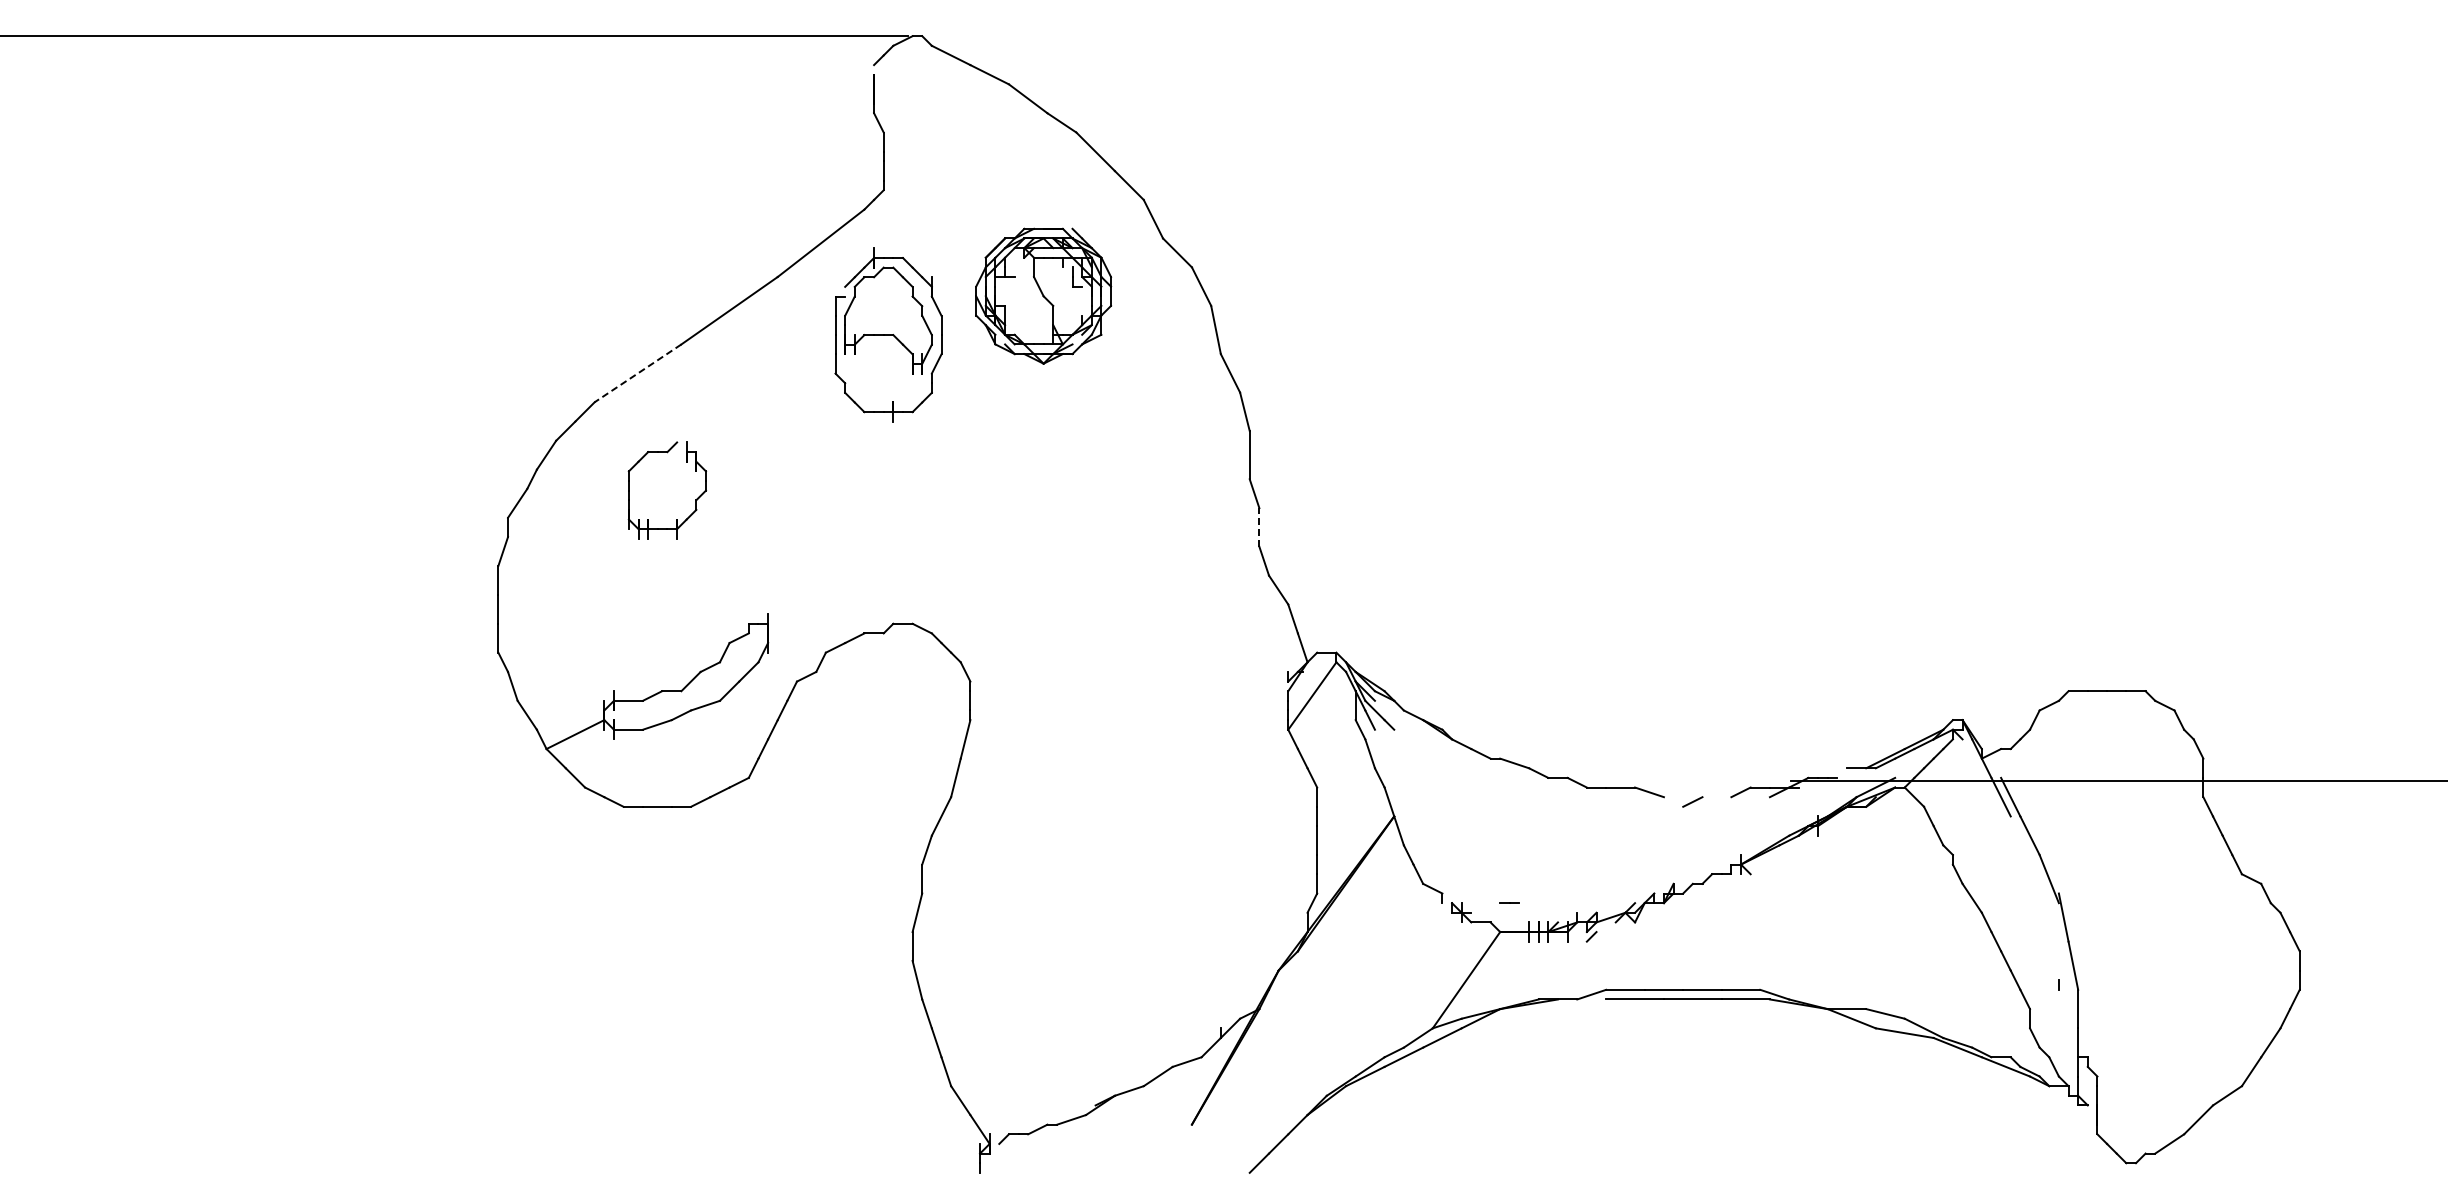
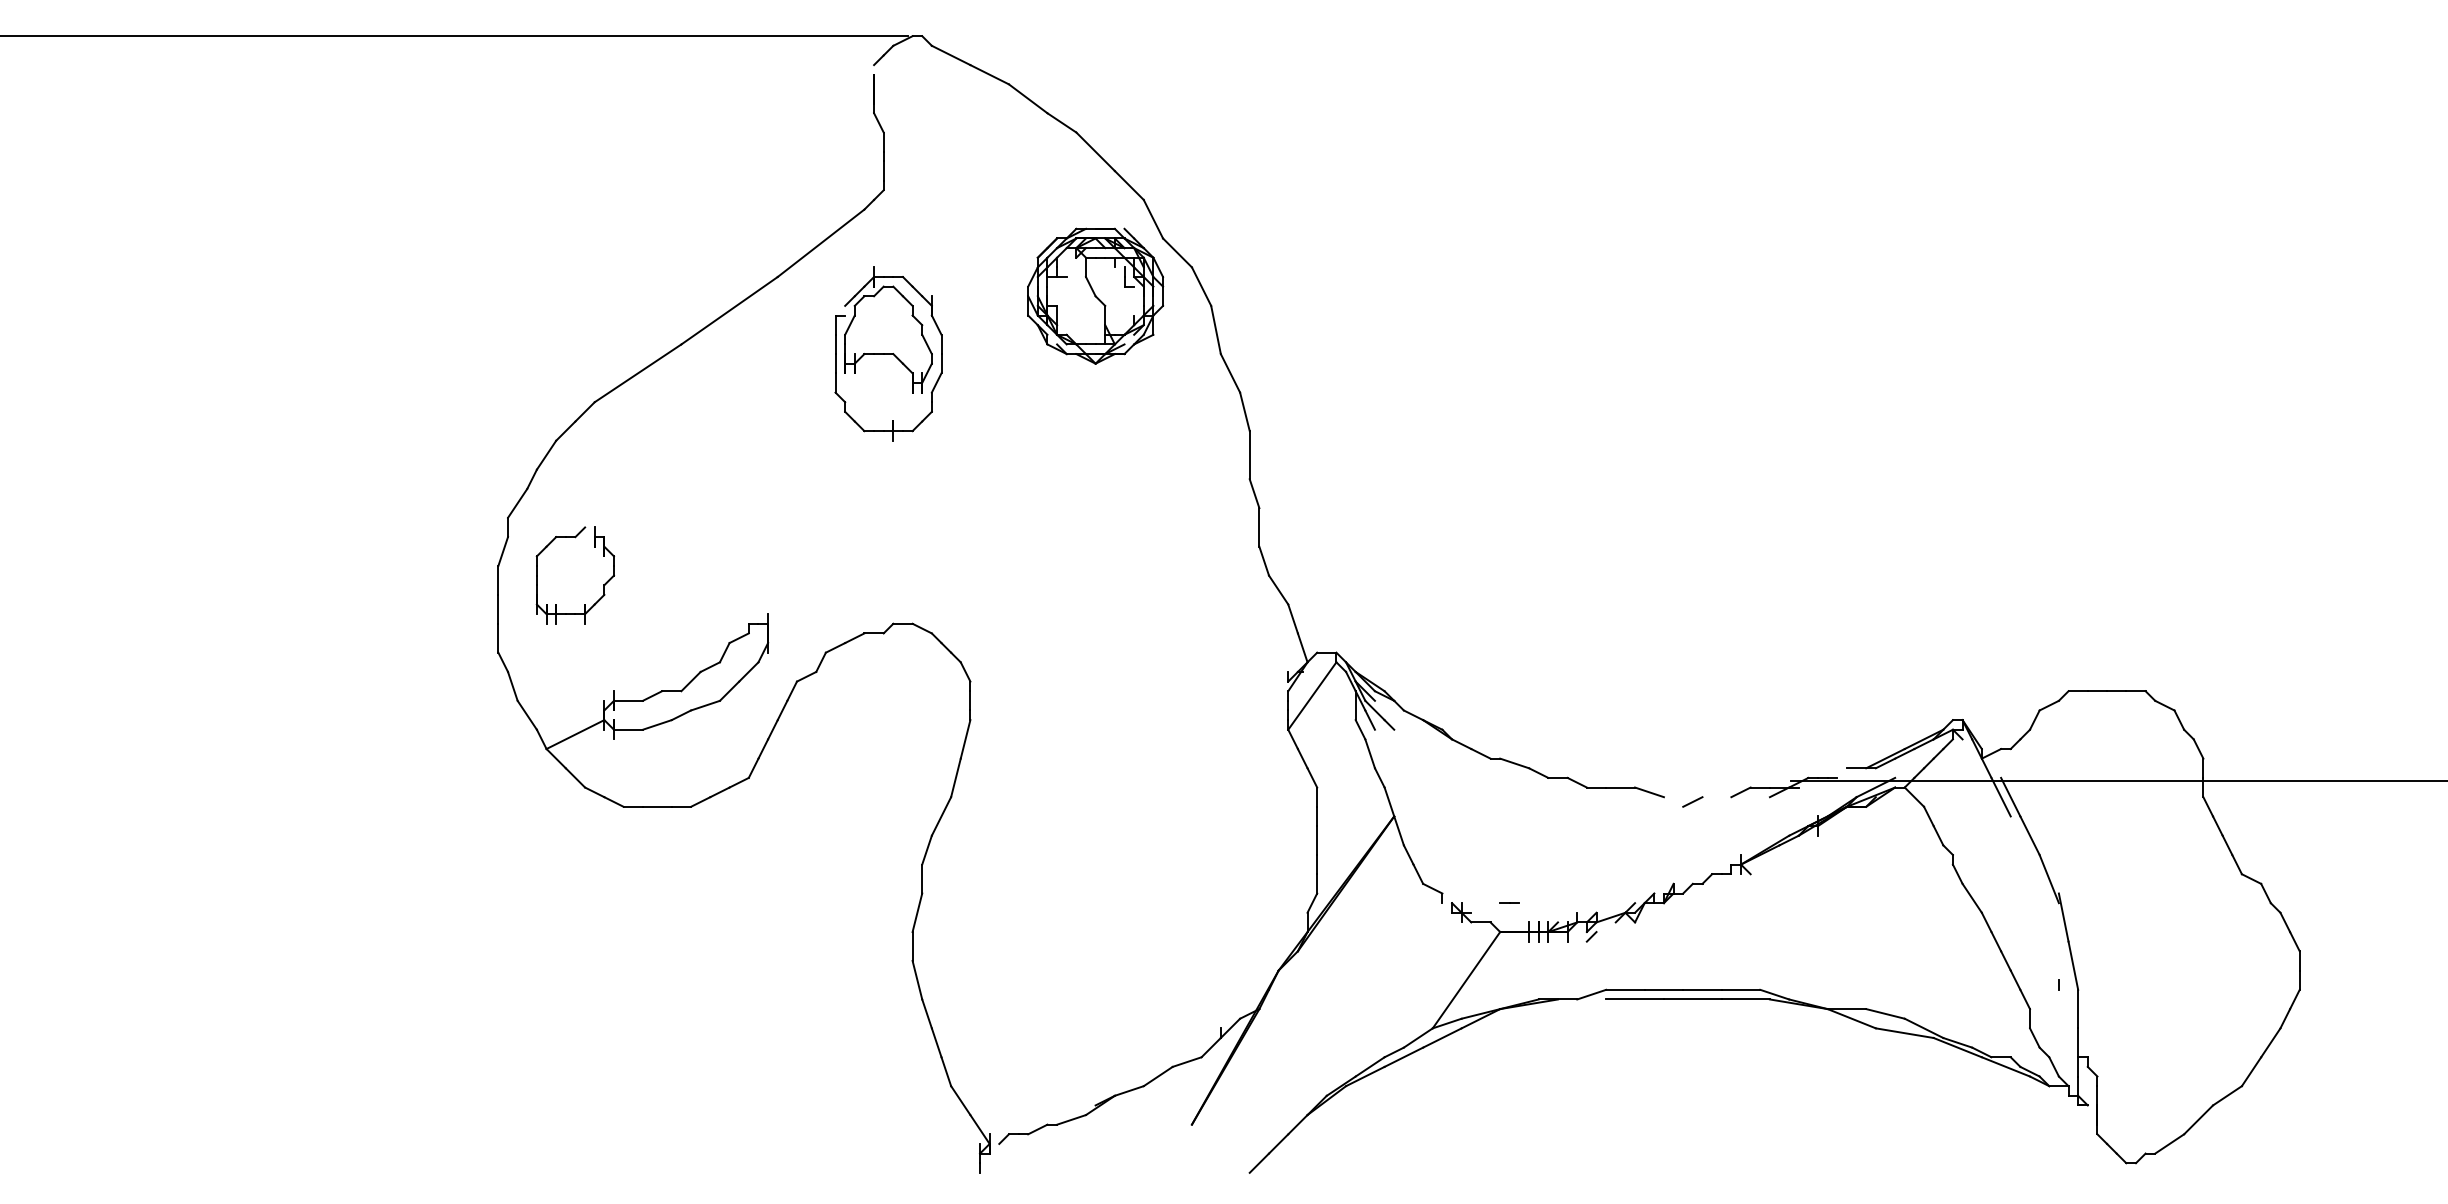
part at (1043, 295) position: (1043, 295) -> (1095, 295)
part at (888, 334) position: (888, 334) -> (888, 353)
line at (637, 373): dashed -> solid
part at (695, 499) position: (695, 499) -> (603, 584)
line at (1259, 526): dashed -> solid
